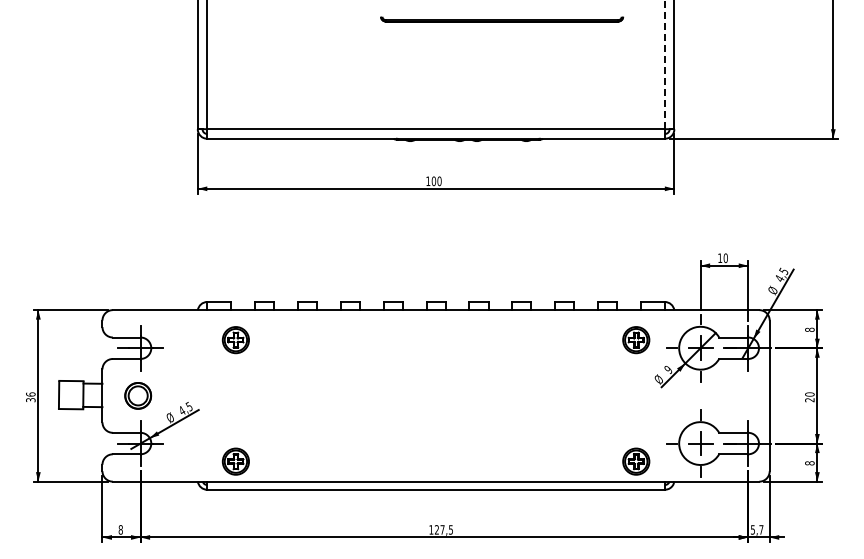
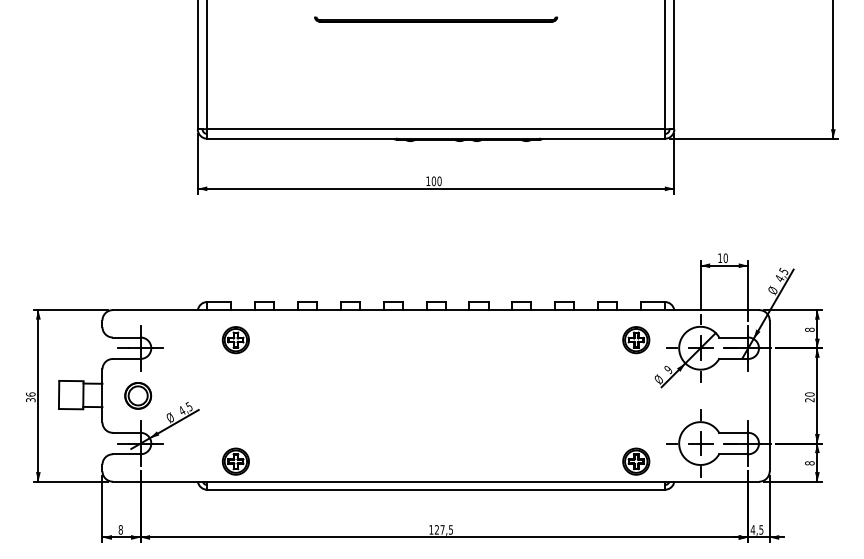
part at (502, 19) position: (502, 19) -> (436, 19)
line at (664, 64): dashed -> solid
text at (756, 529): 5,7 -> 4,5
